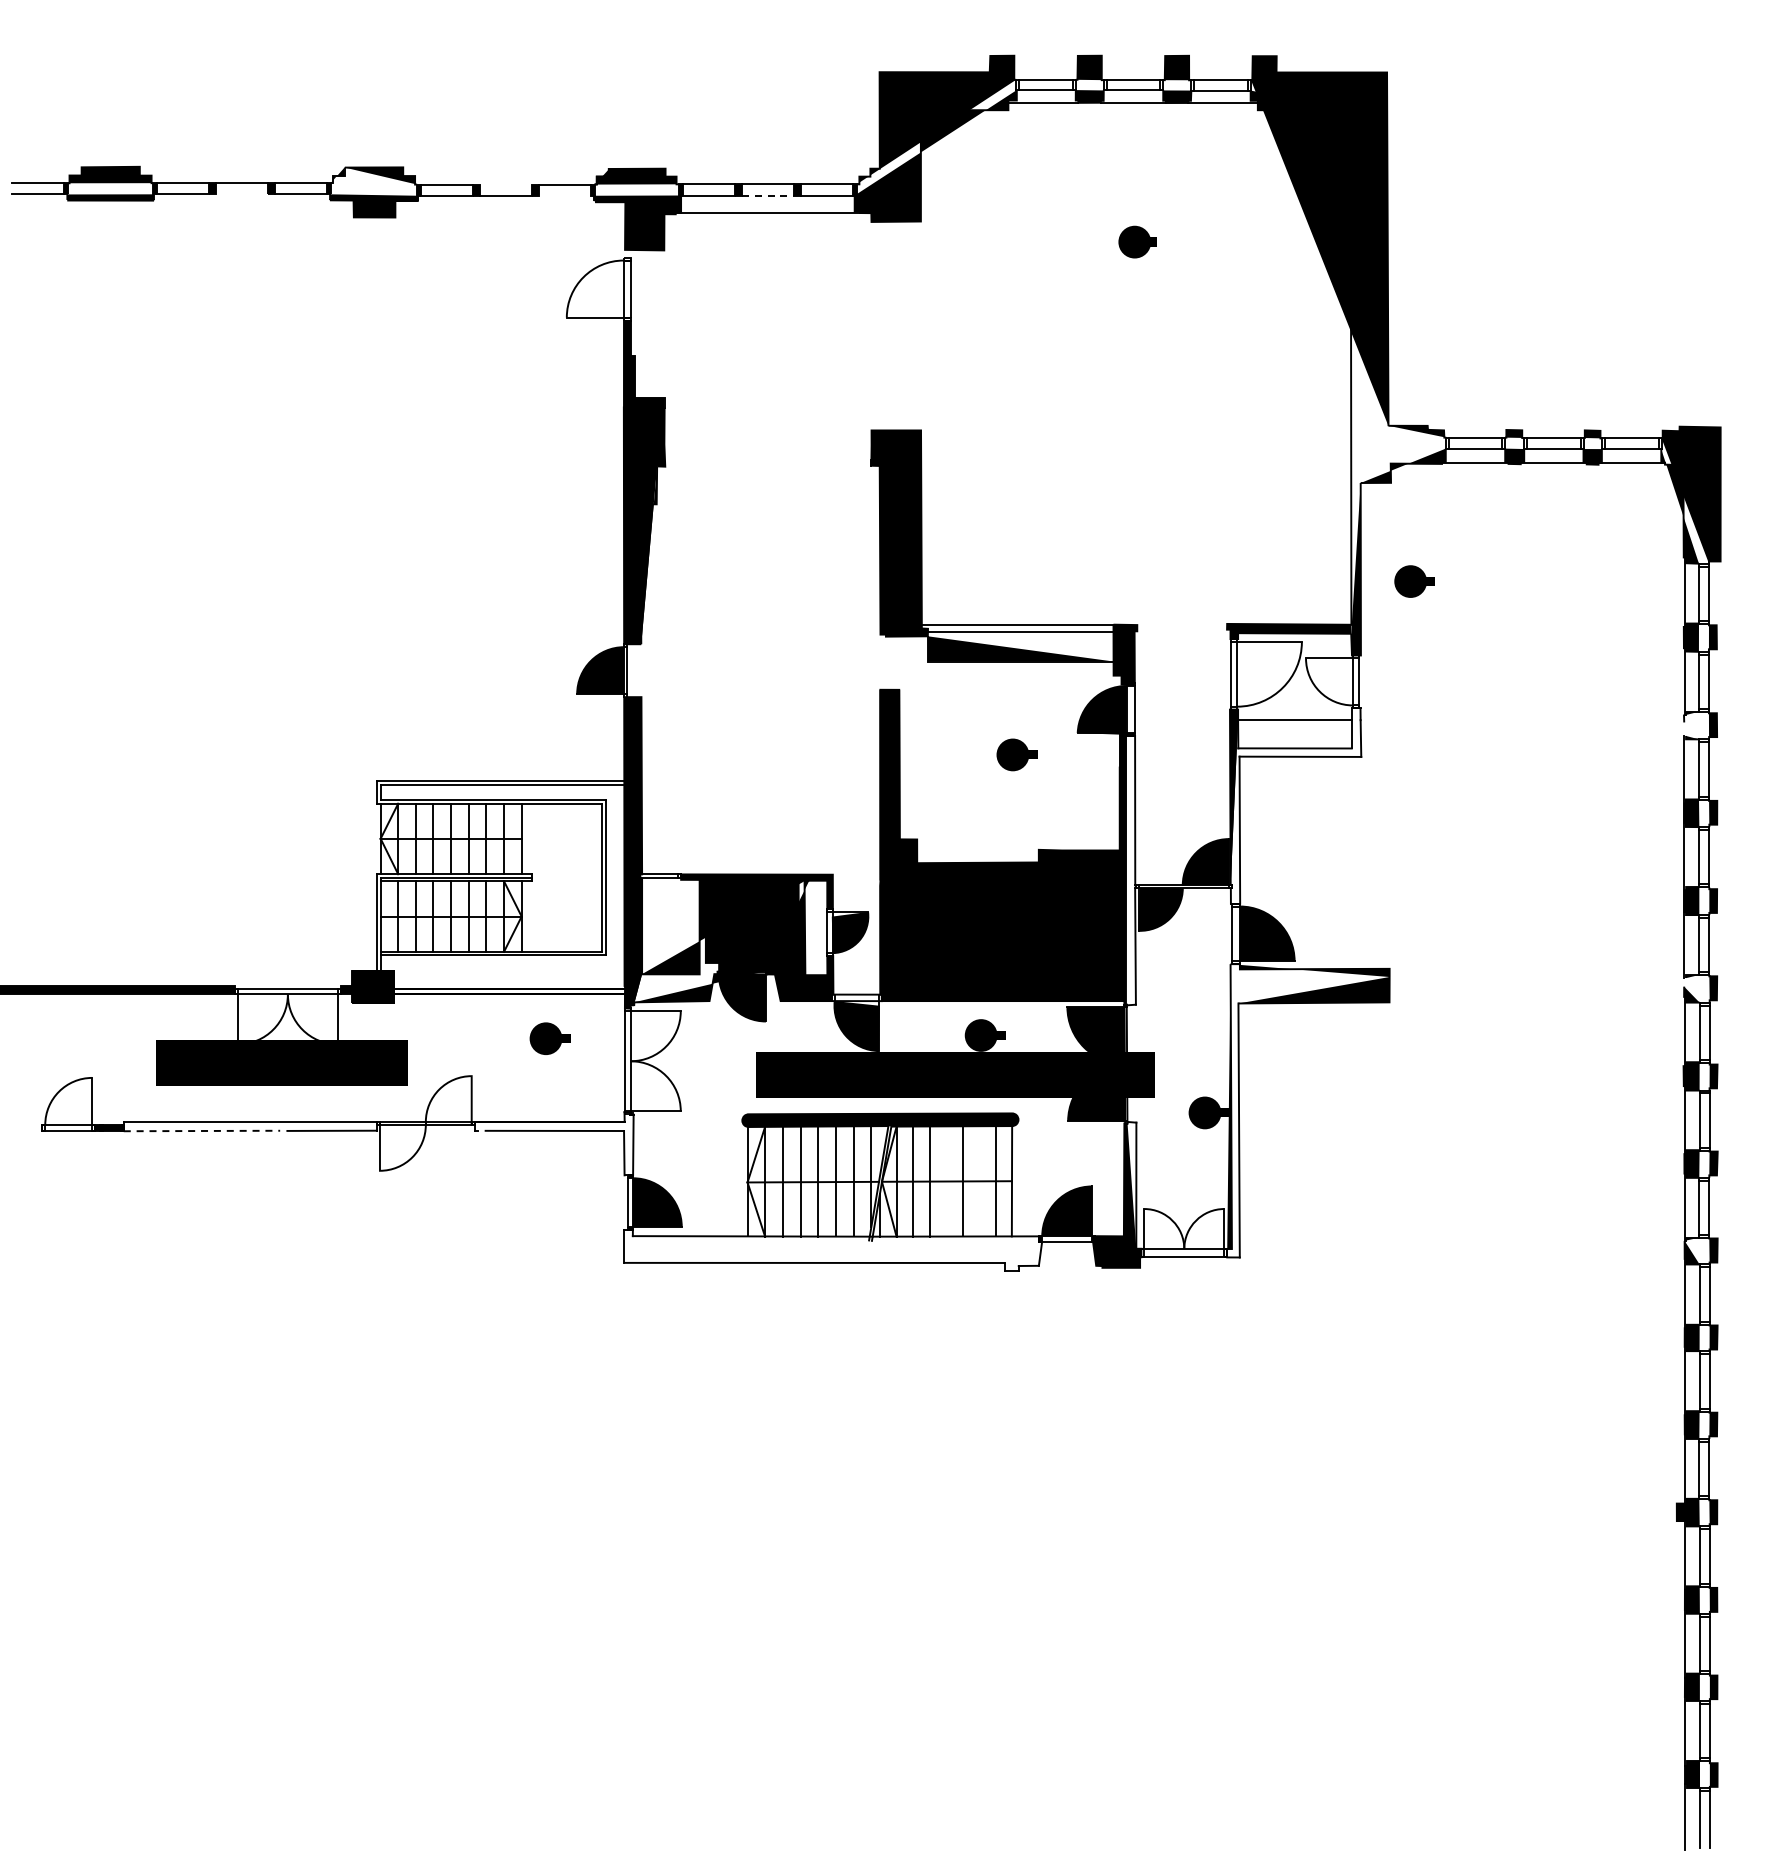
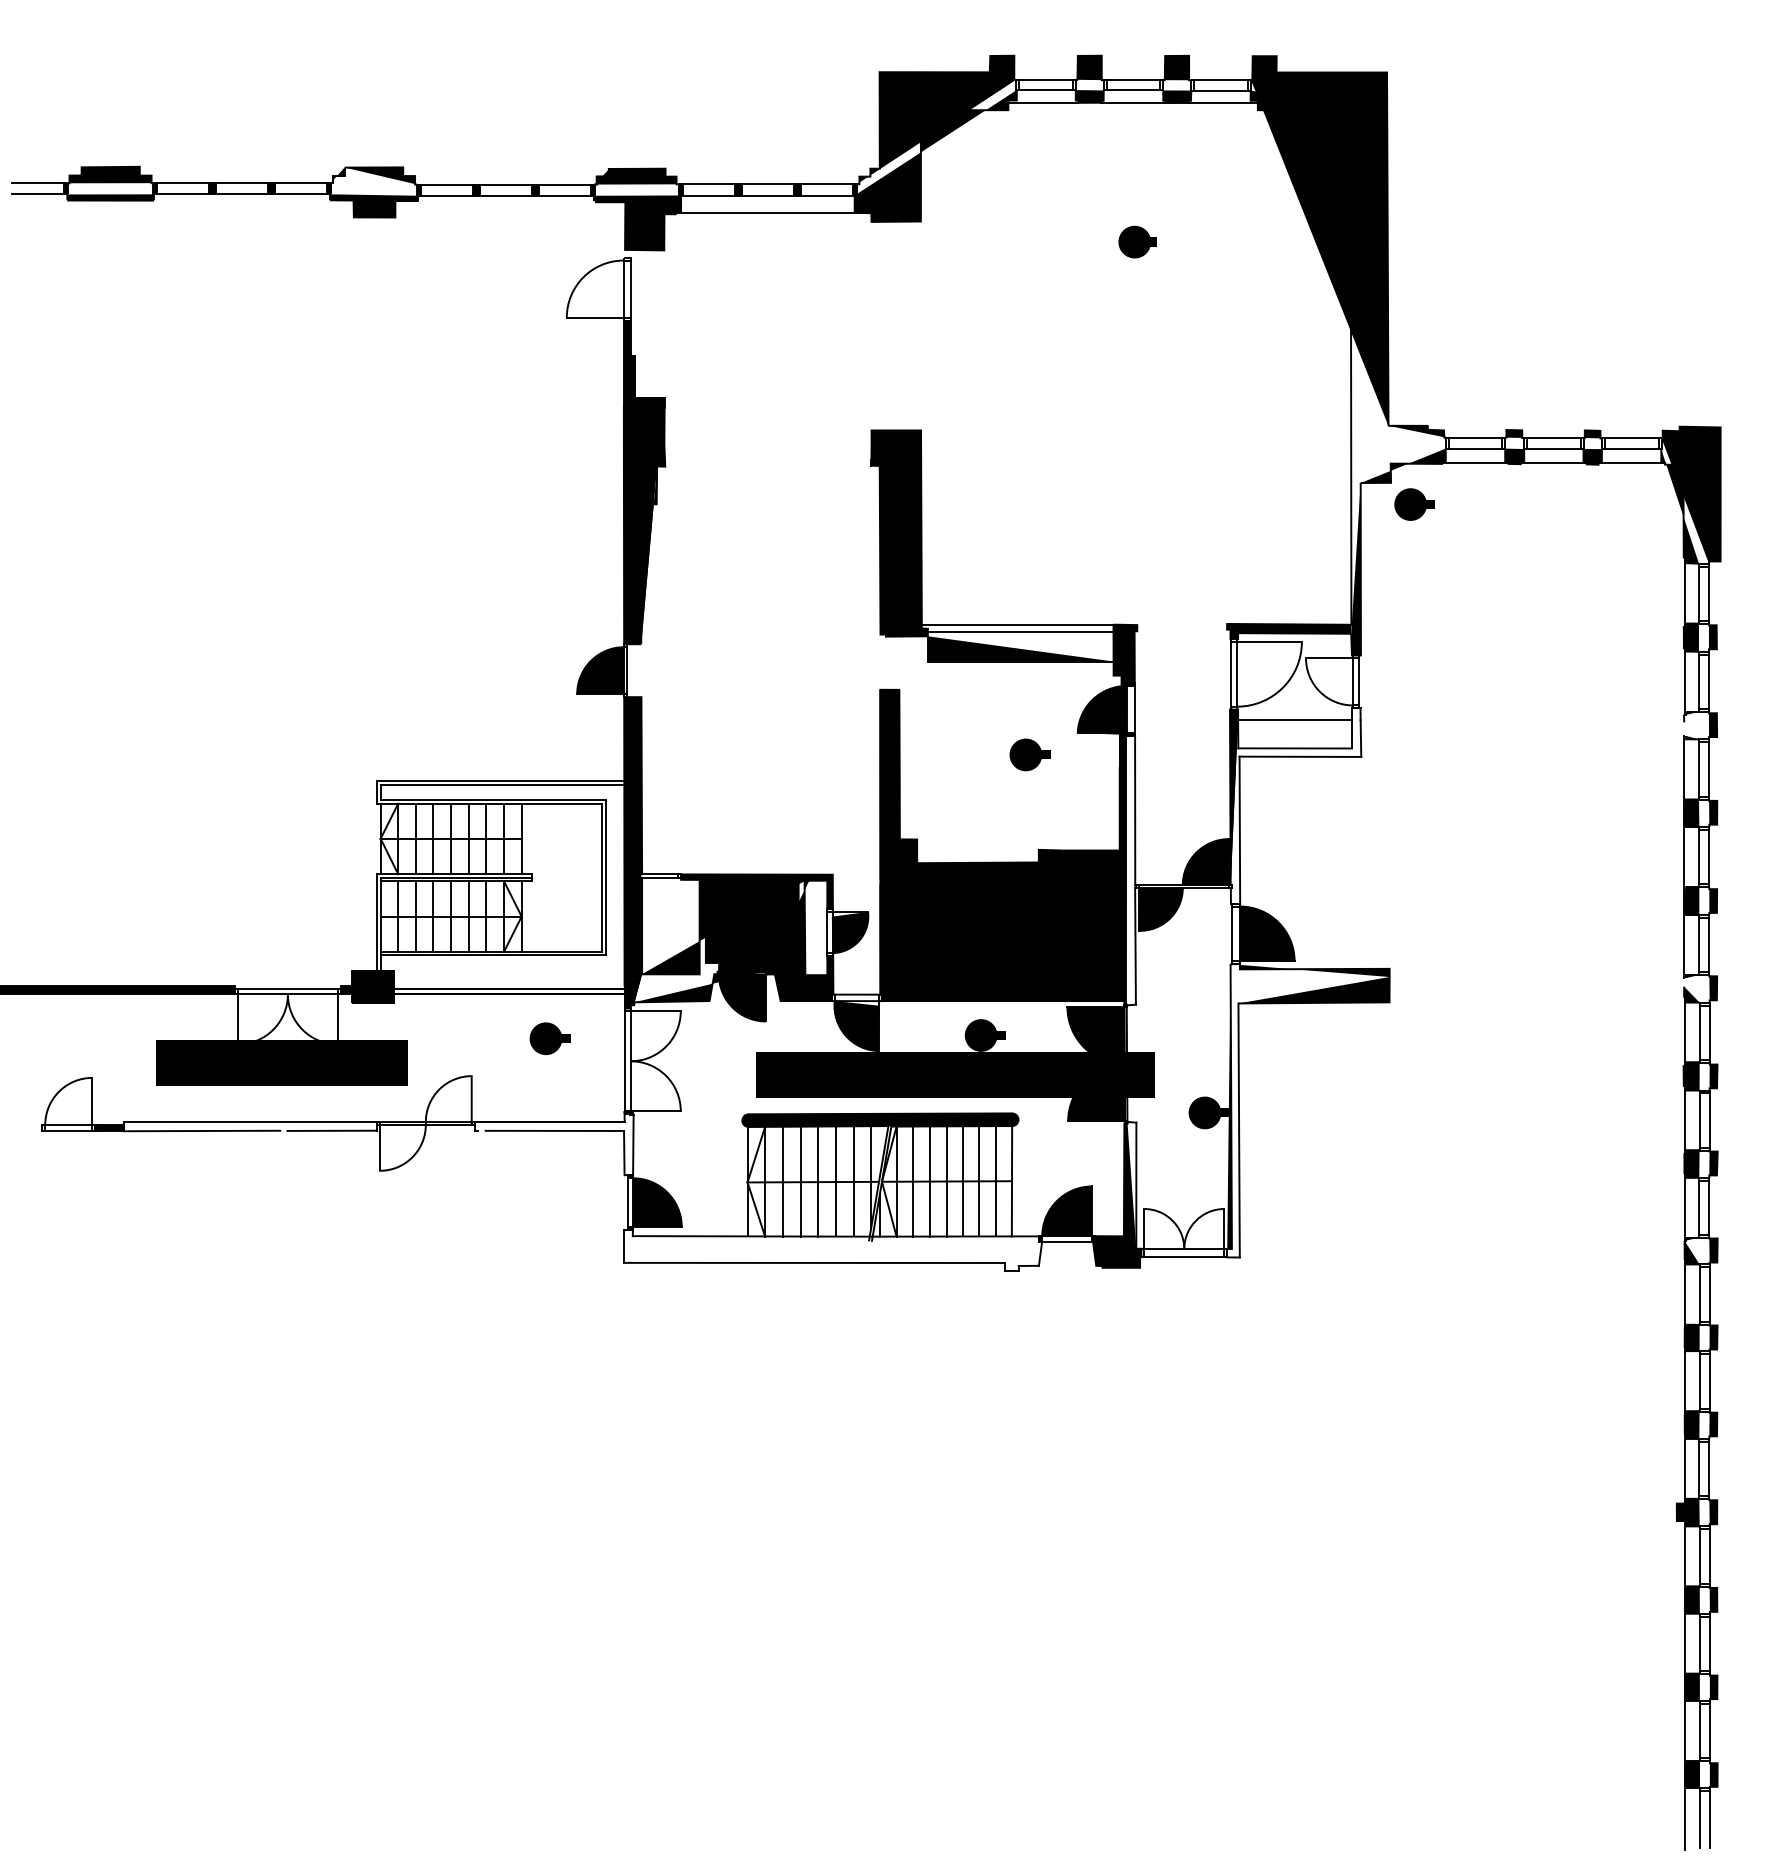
line at (505, 184): none -> present
line at (241, 194): none -> present
line at (565, 195): none -> present
line at (768, 195): dashed -> solid
part at (1414, 581) position: (1414, 581) -> (1414, 504)
part at (1016, 754) position: (1016, 754) -> (1029, 754)
line at (202, 1131): dashed -> solid
line at (946, 1181): none -> present
line at (979, 1181): none -> present
